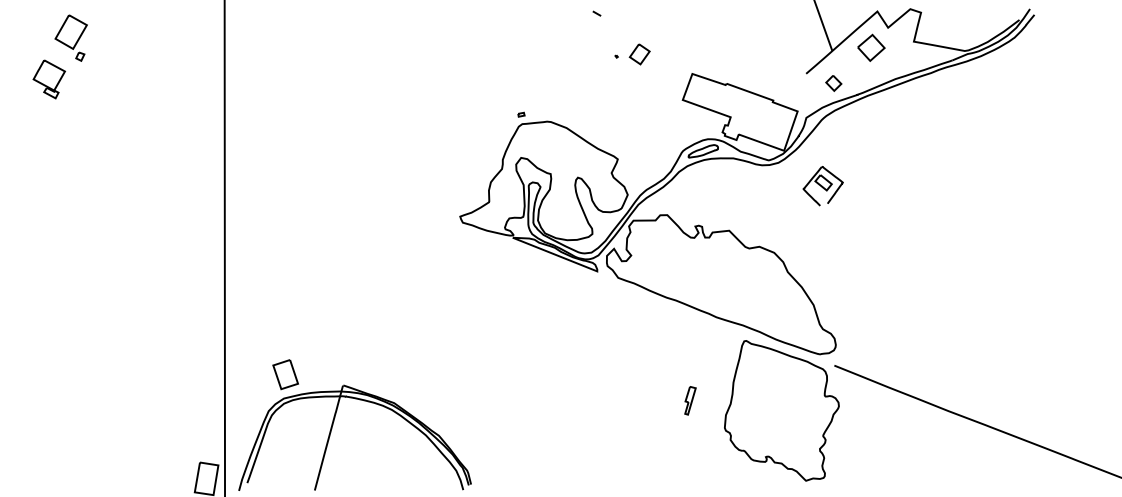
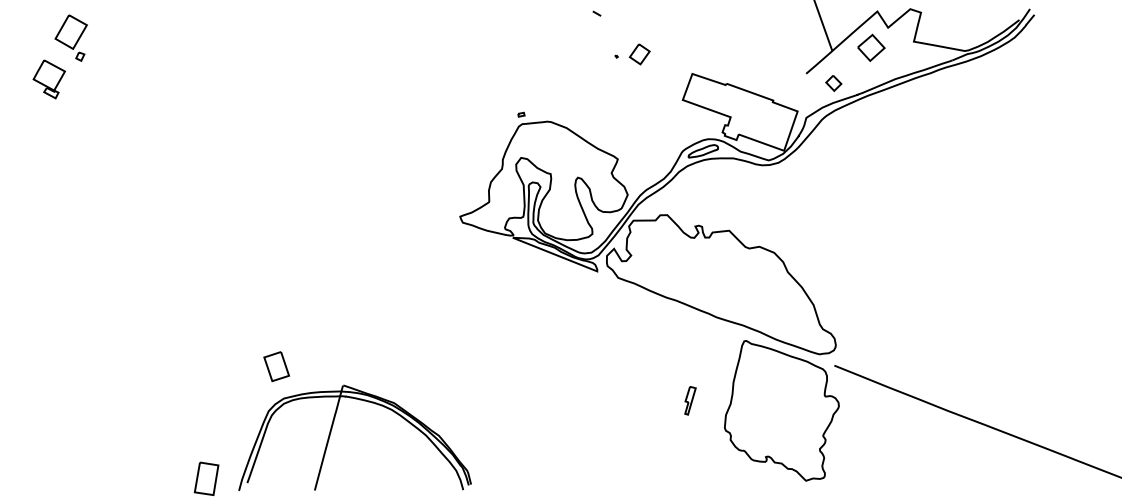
part at (822, 186): present -> none
line at (224, 247): present -> none
part at (285, 374) position: (285, 374) -> (276, 366)
